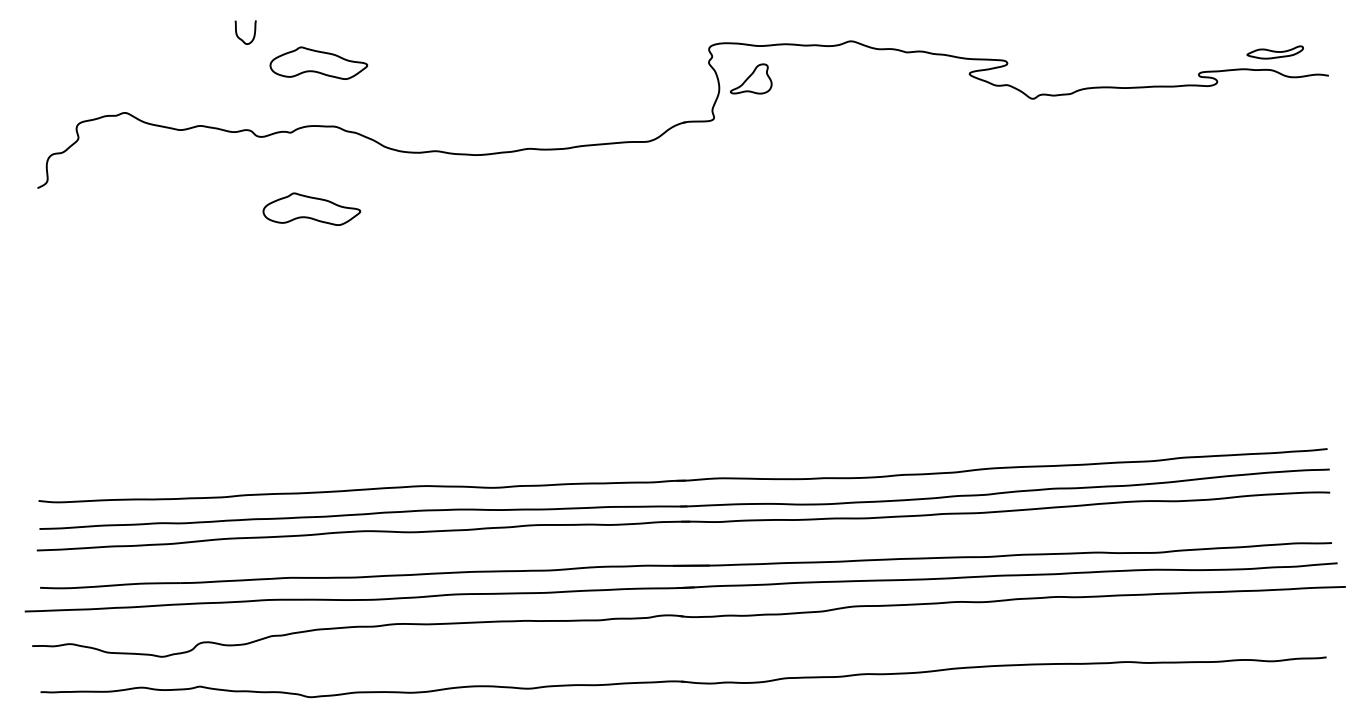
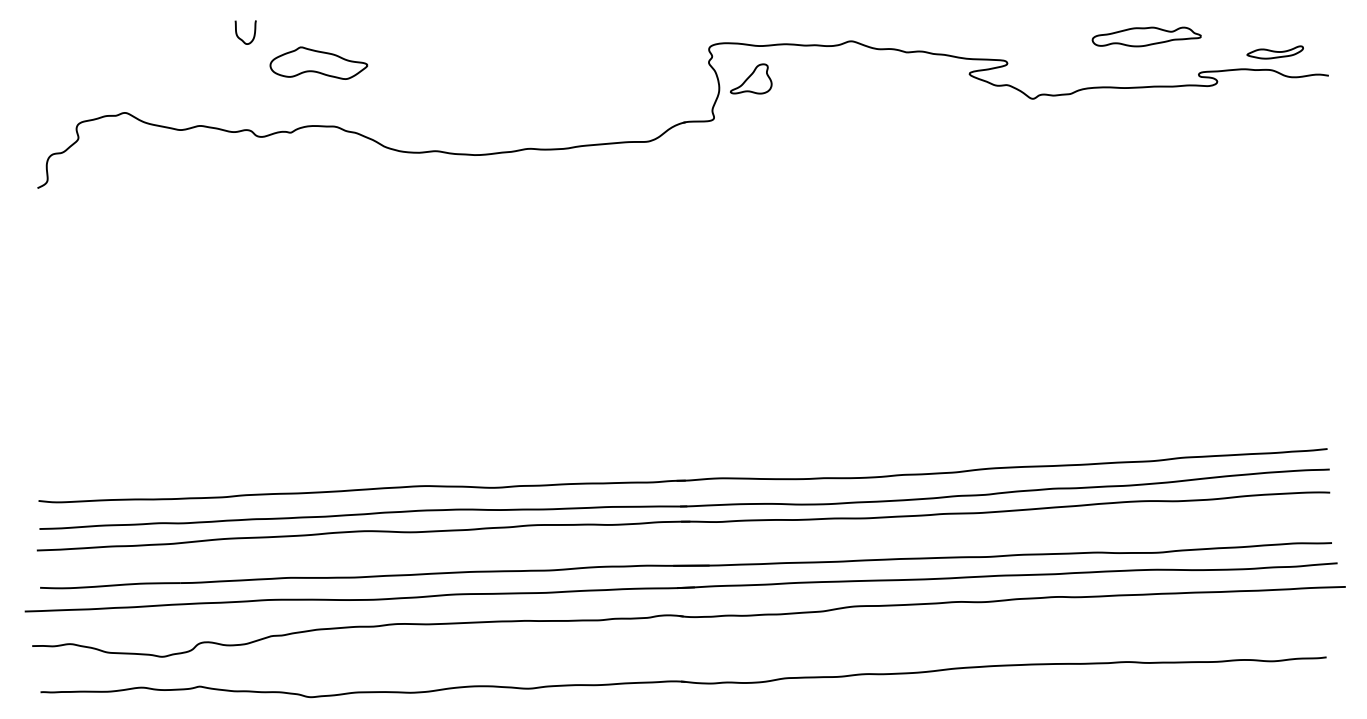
part at (1146, 36): none -> present
part at (311, 208): present -> none
